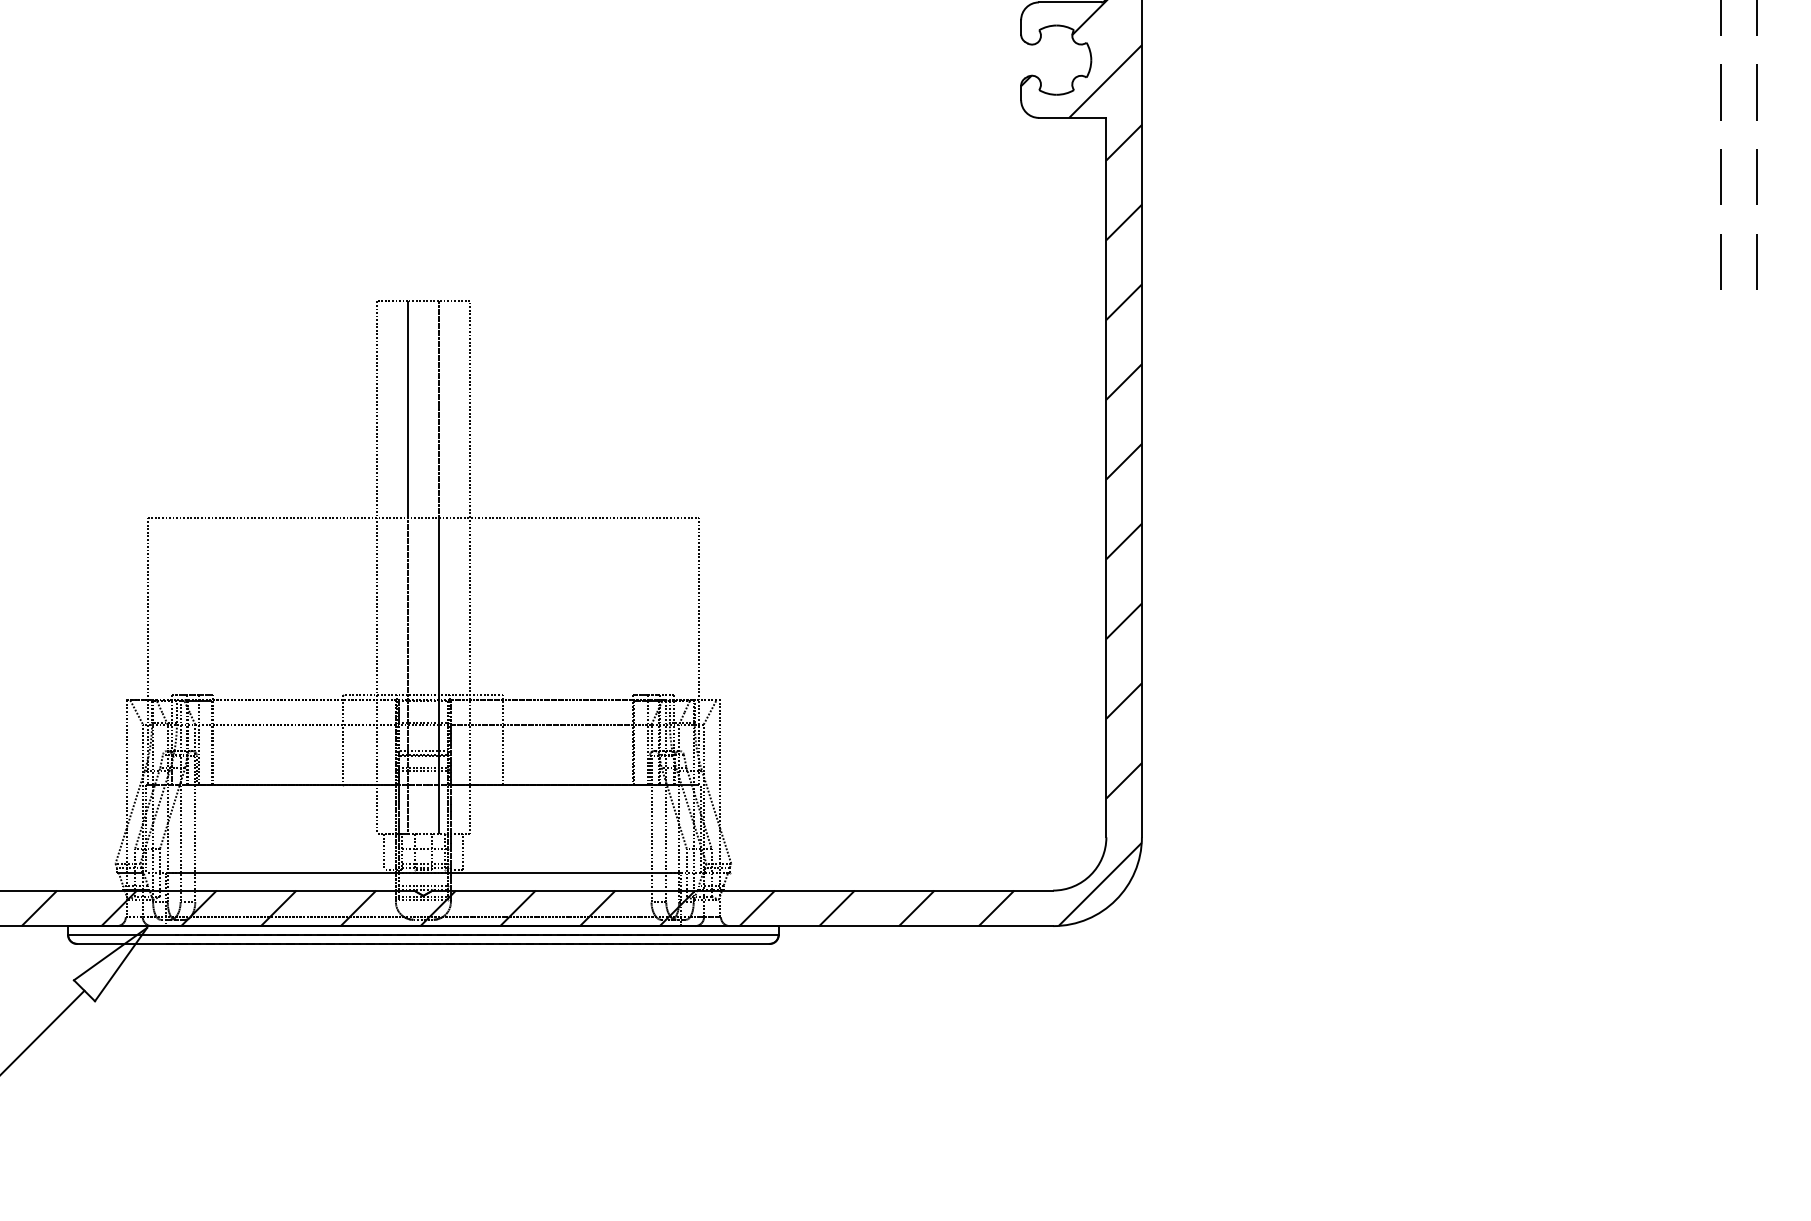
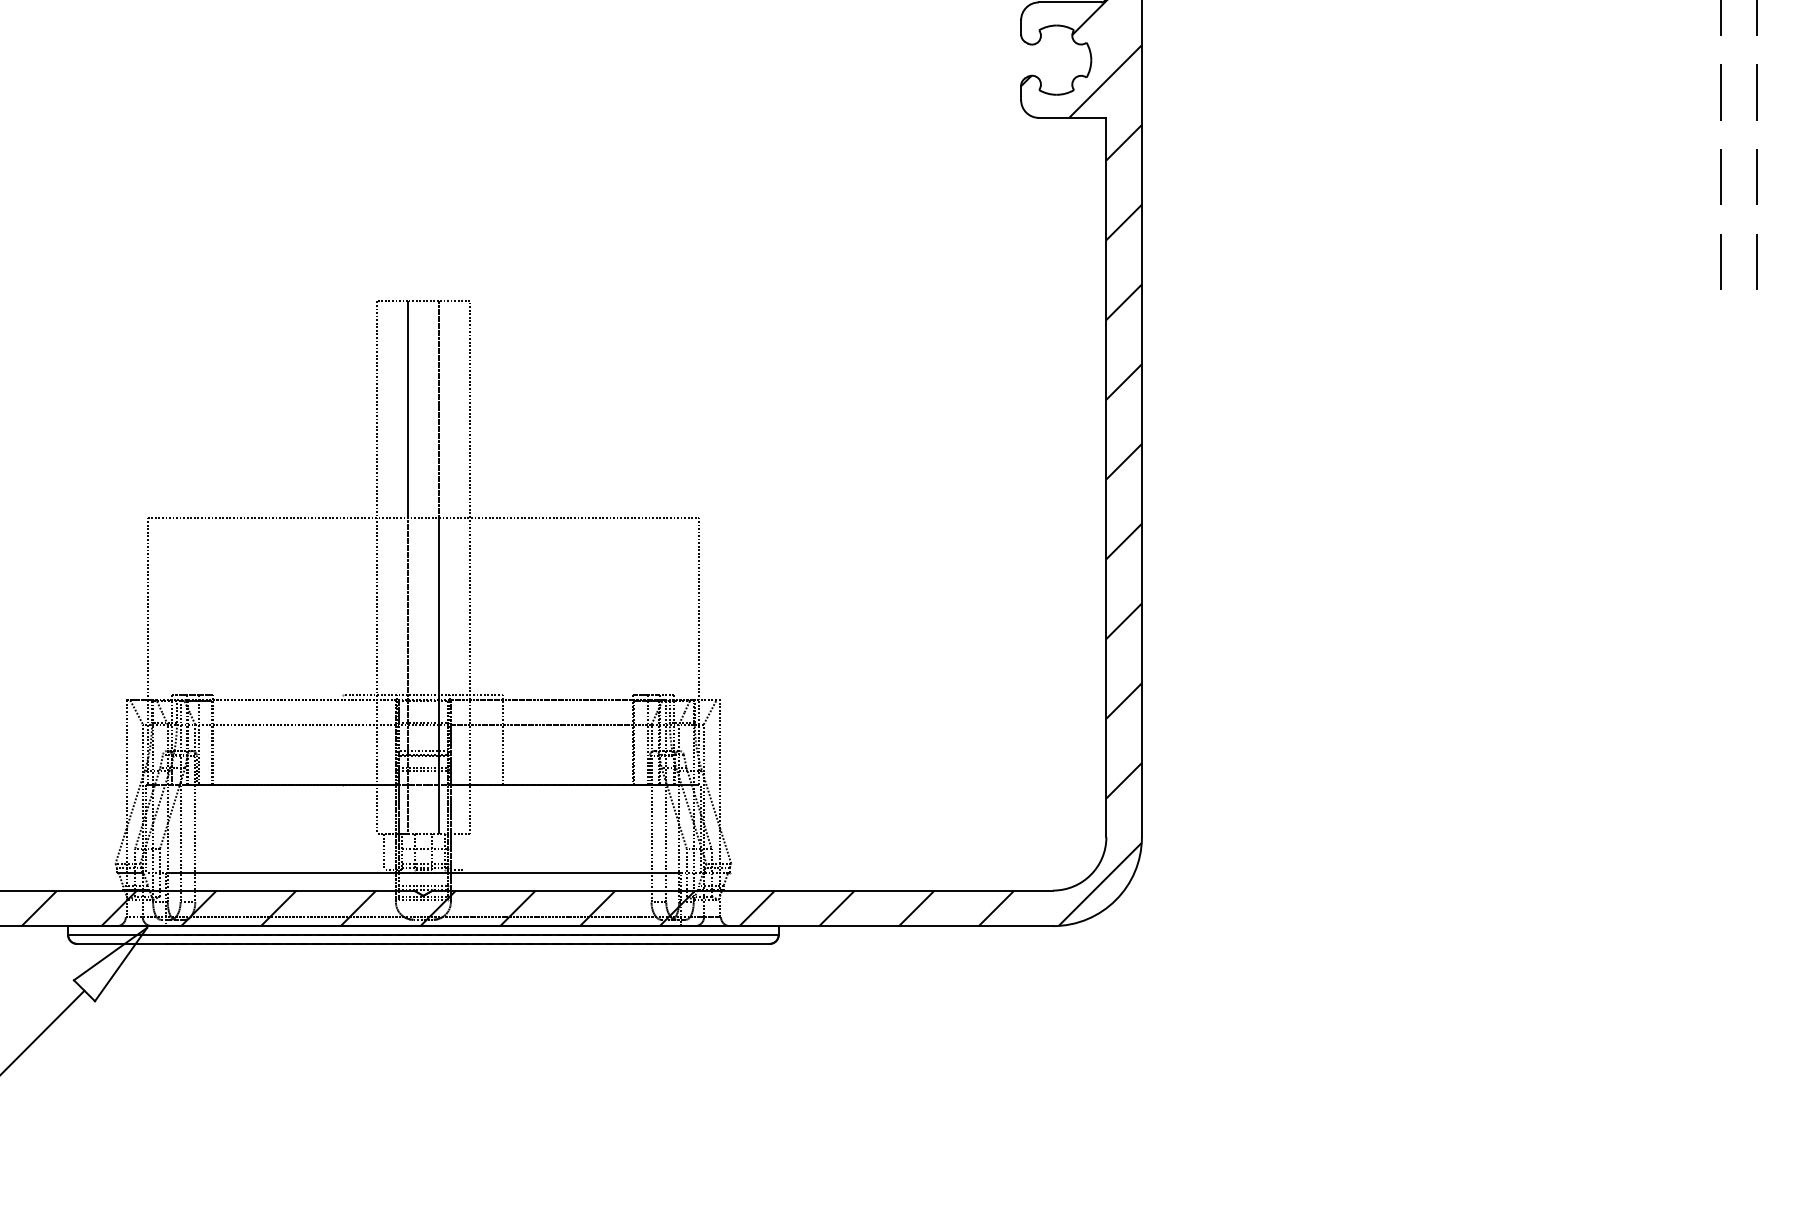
line at (343, 739): present -> none
line at (463, 852): present -> none
